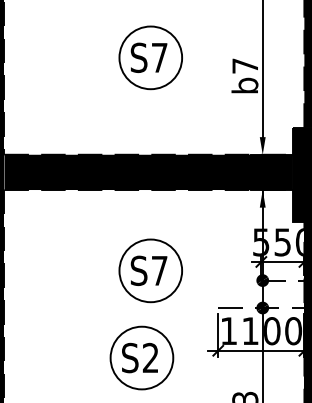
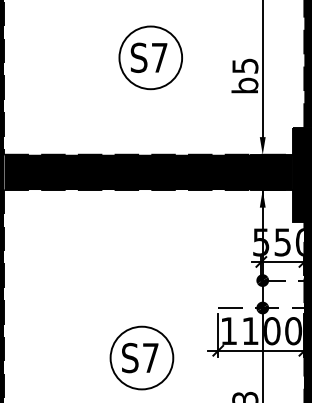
text at (245, 65): b7 -> b5
part at (150, 270): present -> none
text at (150, 357): S2 -> S7
